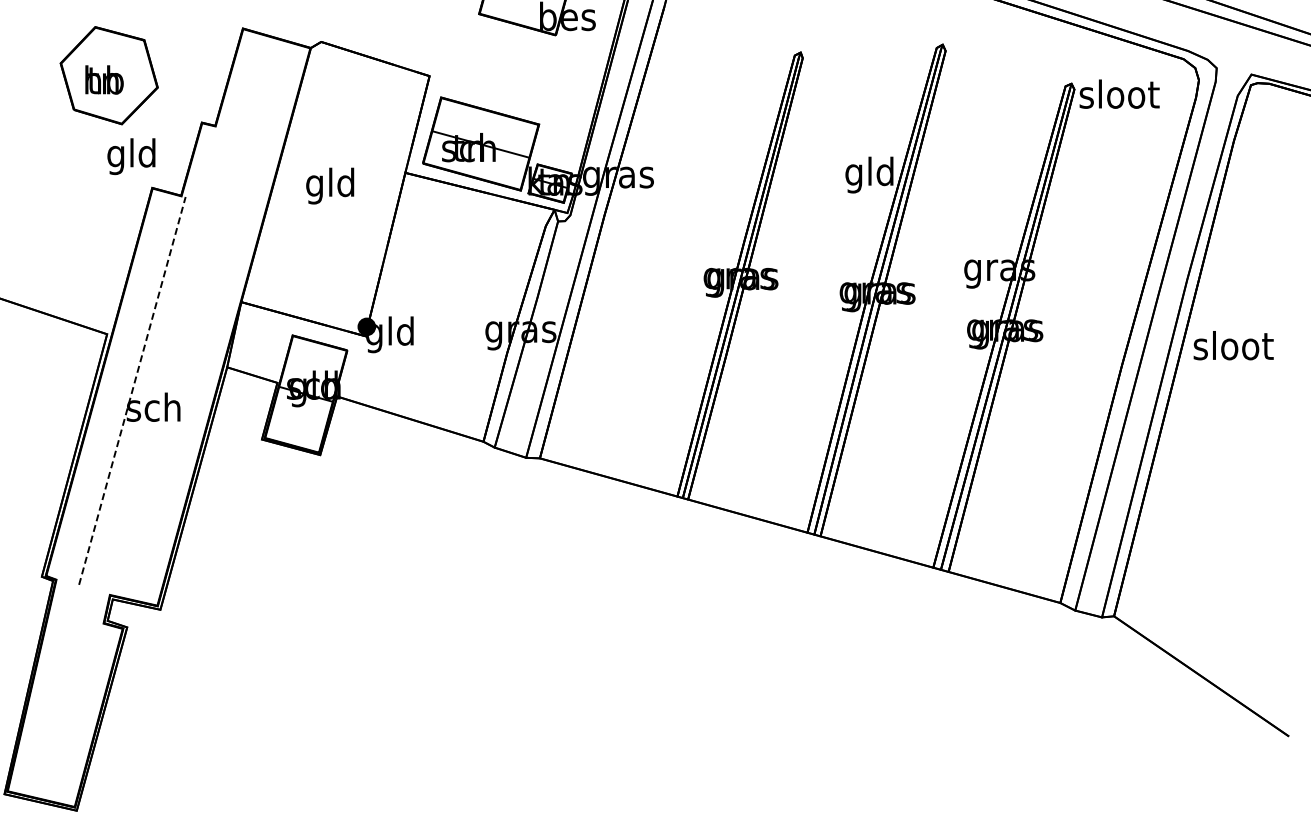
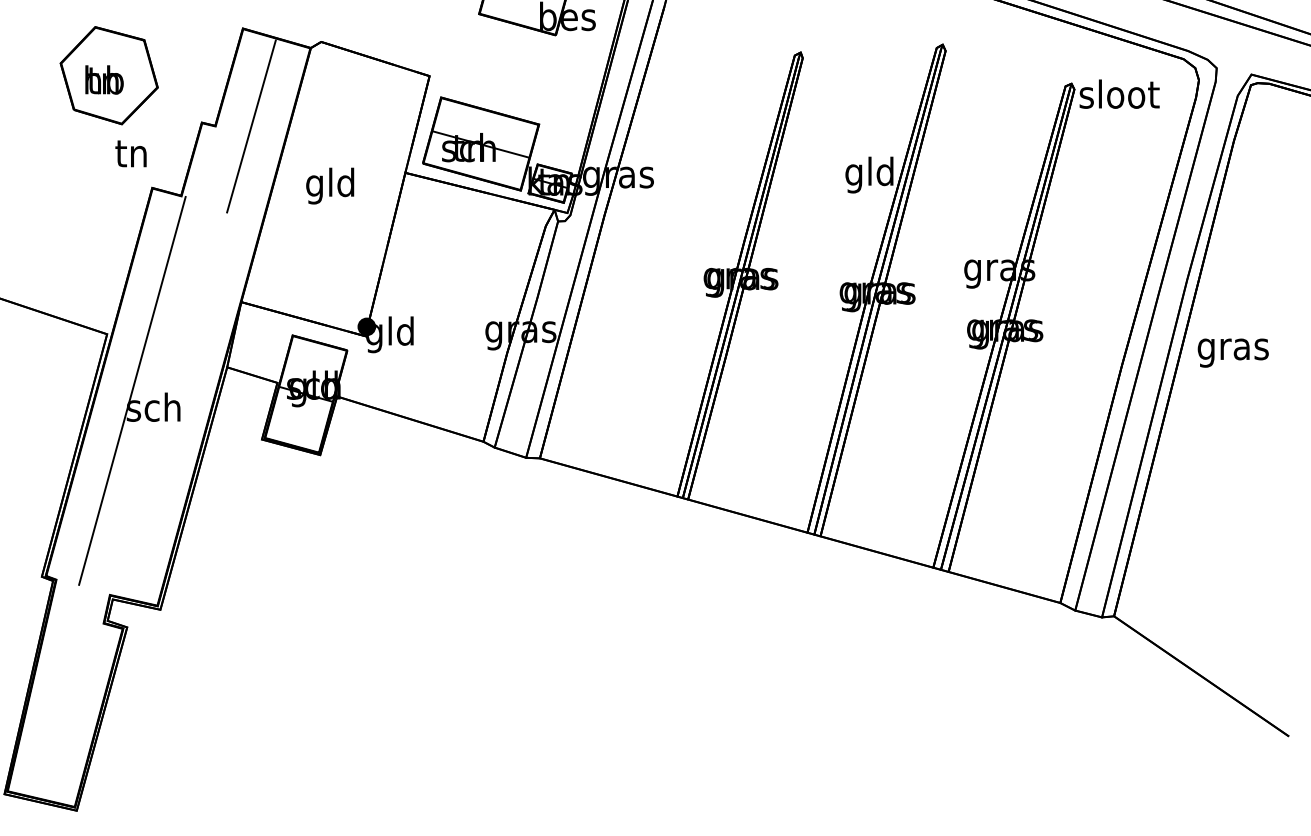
line at (251, 126): none -> present
text at (131, 156): gld -> tn
text at (1233, 349): sloot -> gras
line at (132, 390): dashed -> solid
